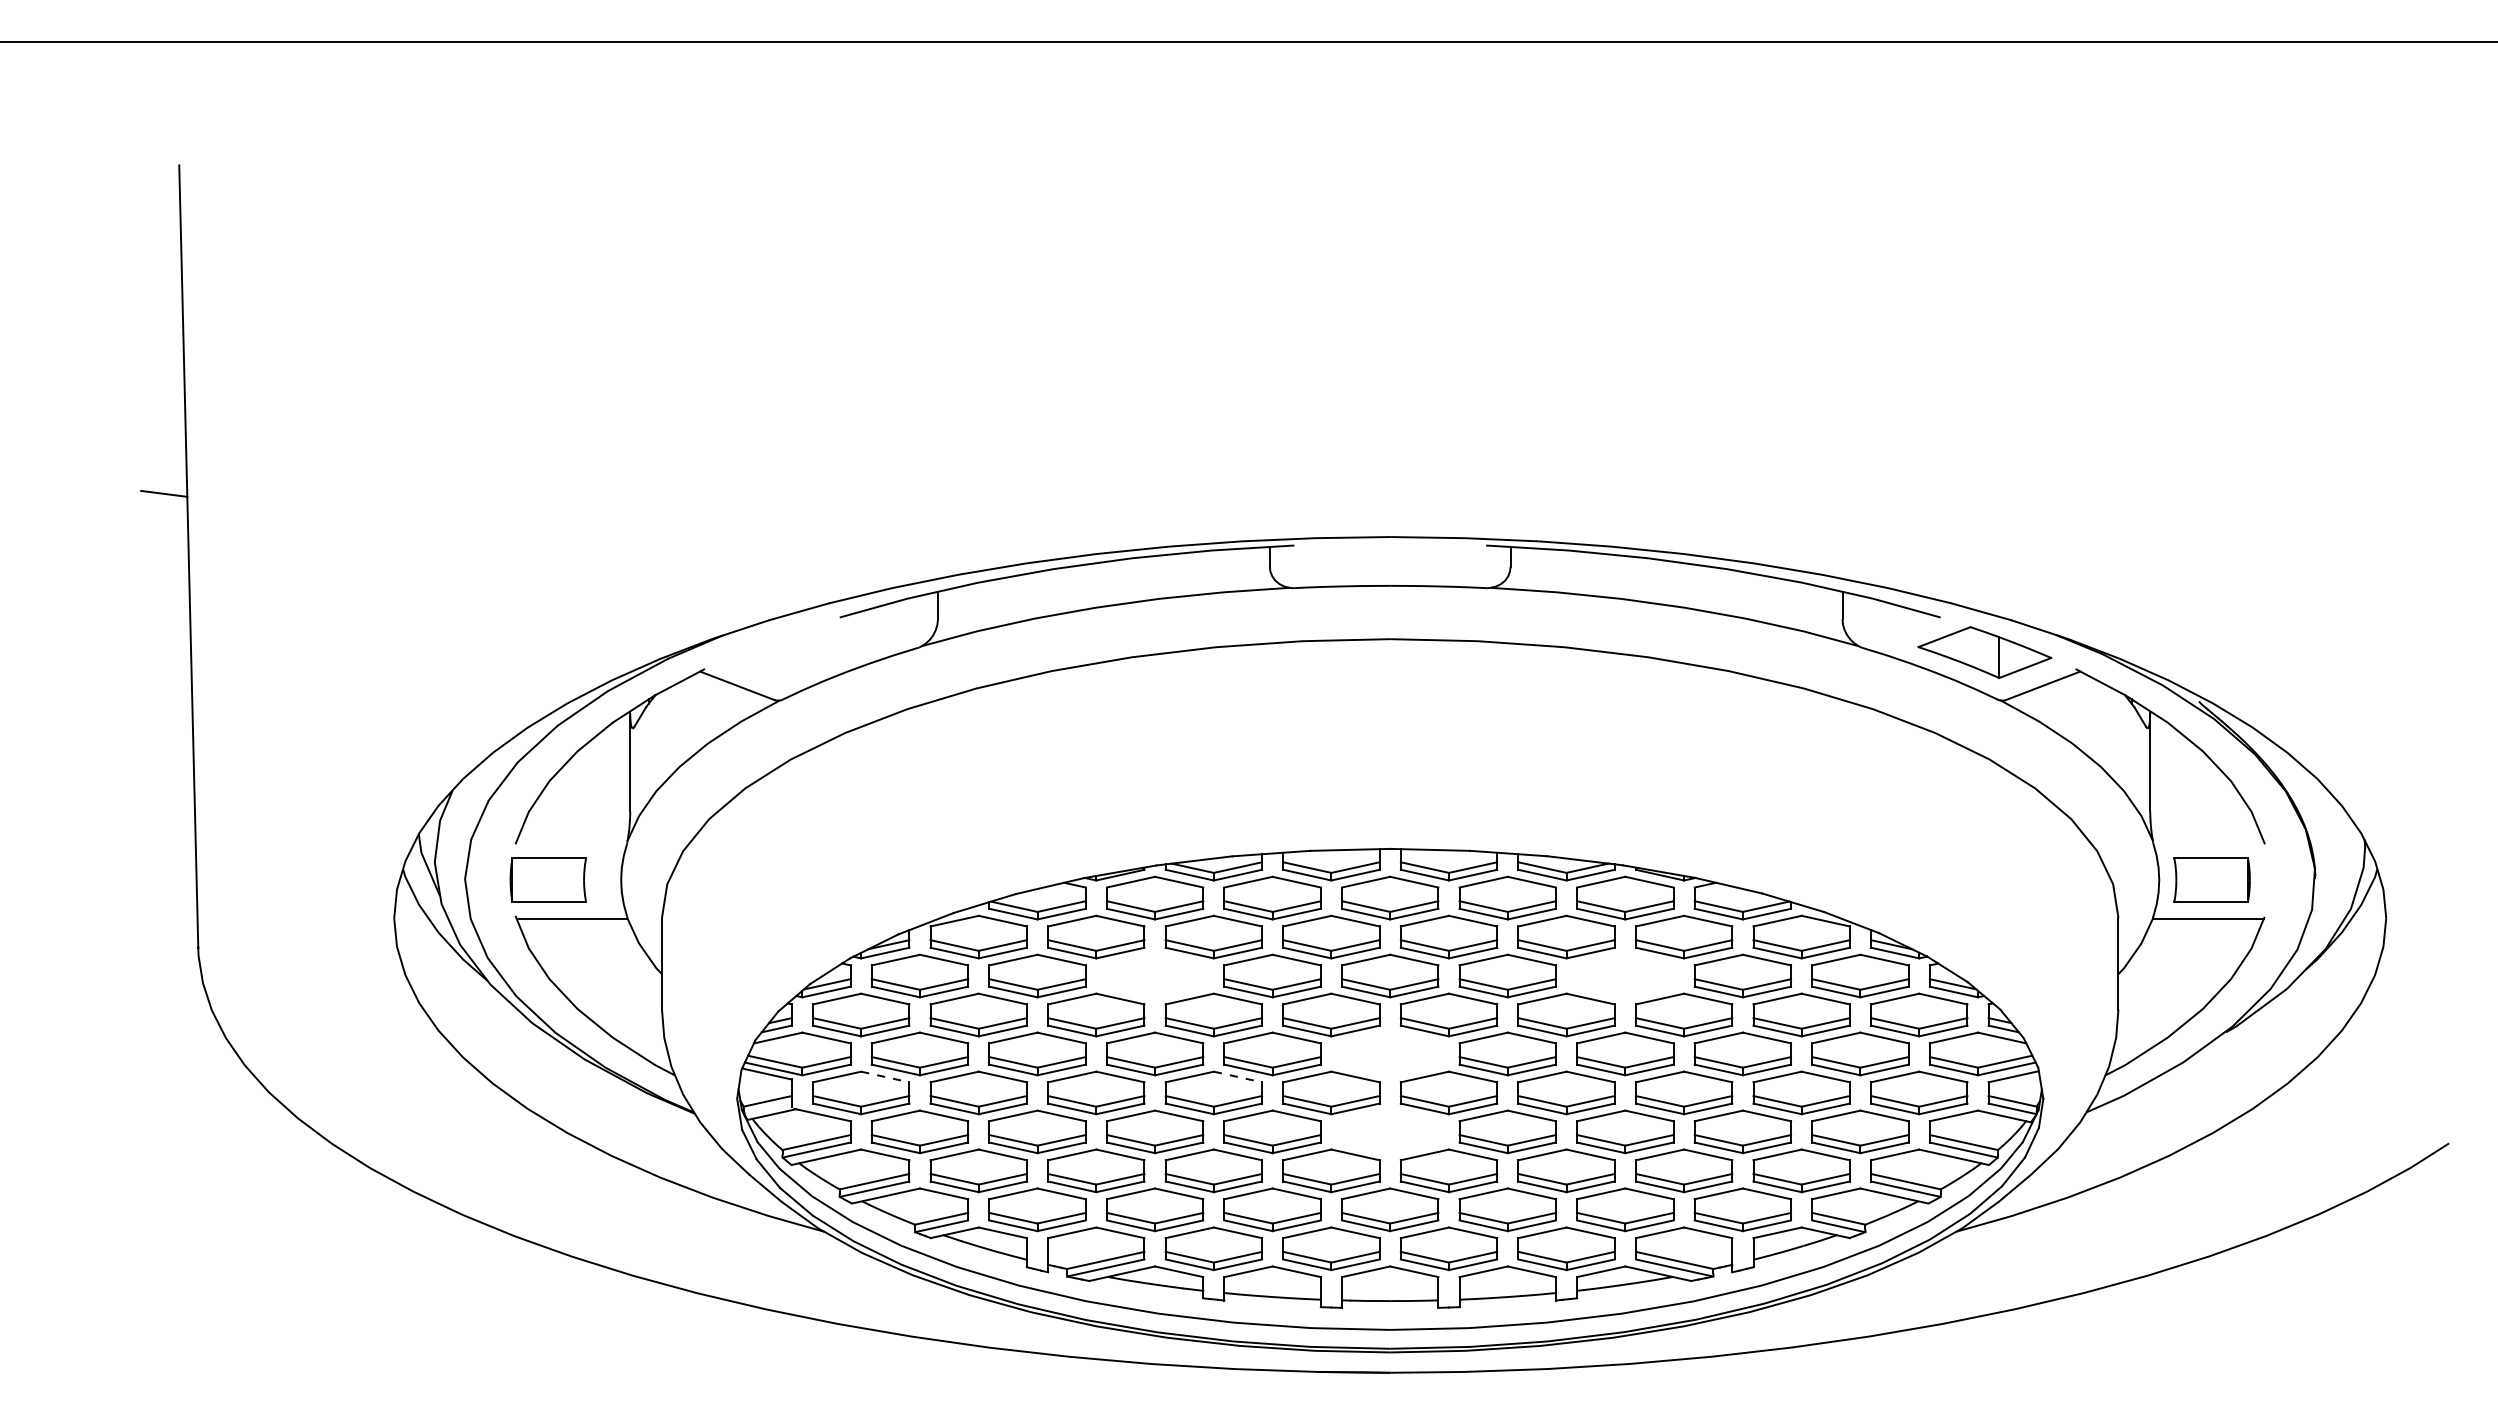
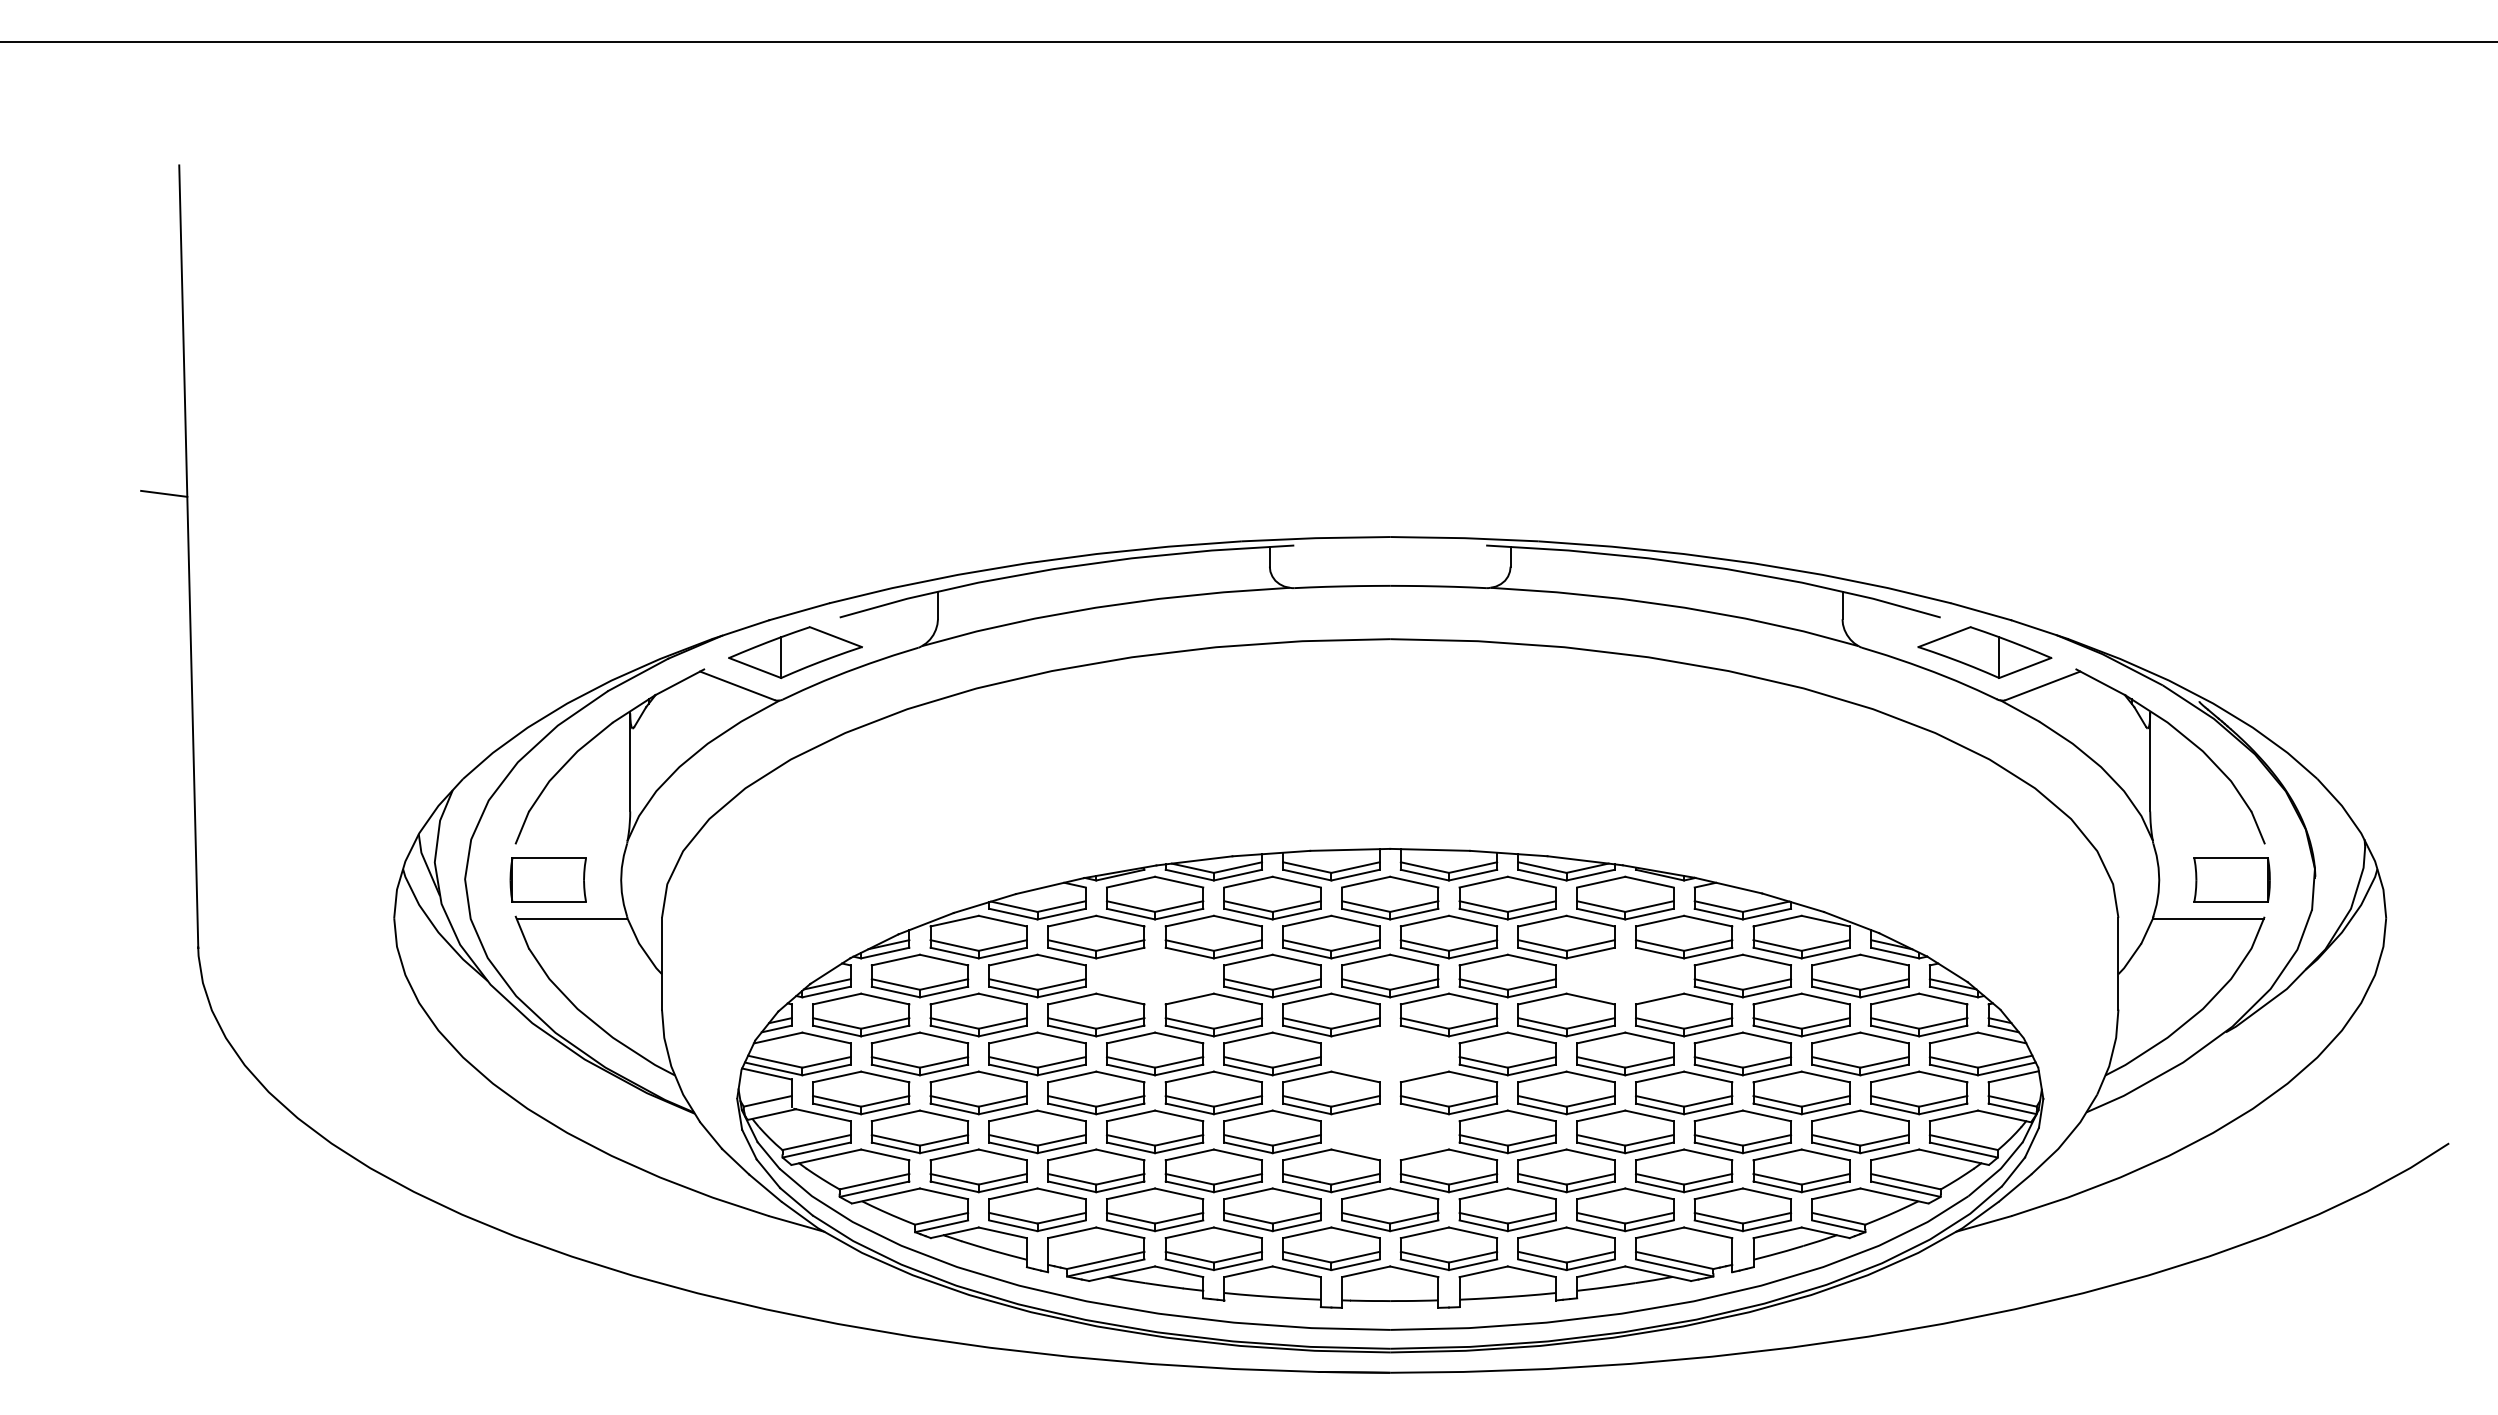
part at (795, 652): none -> present
part at (2211, 879) position: (2211, 879) -> (2231, 879)
line at (885, 1077): dashed -> solid
line at (1237, 1077): dashed -> solid
